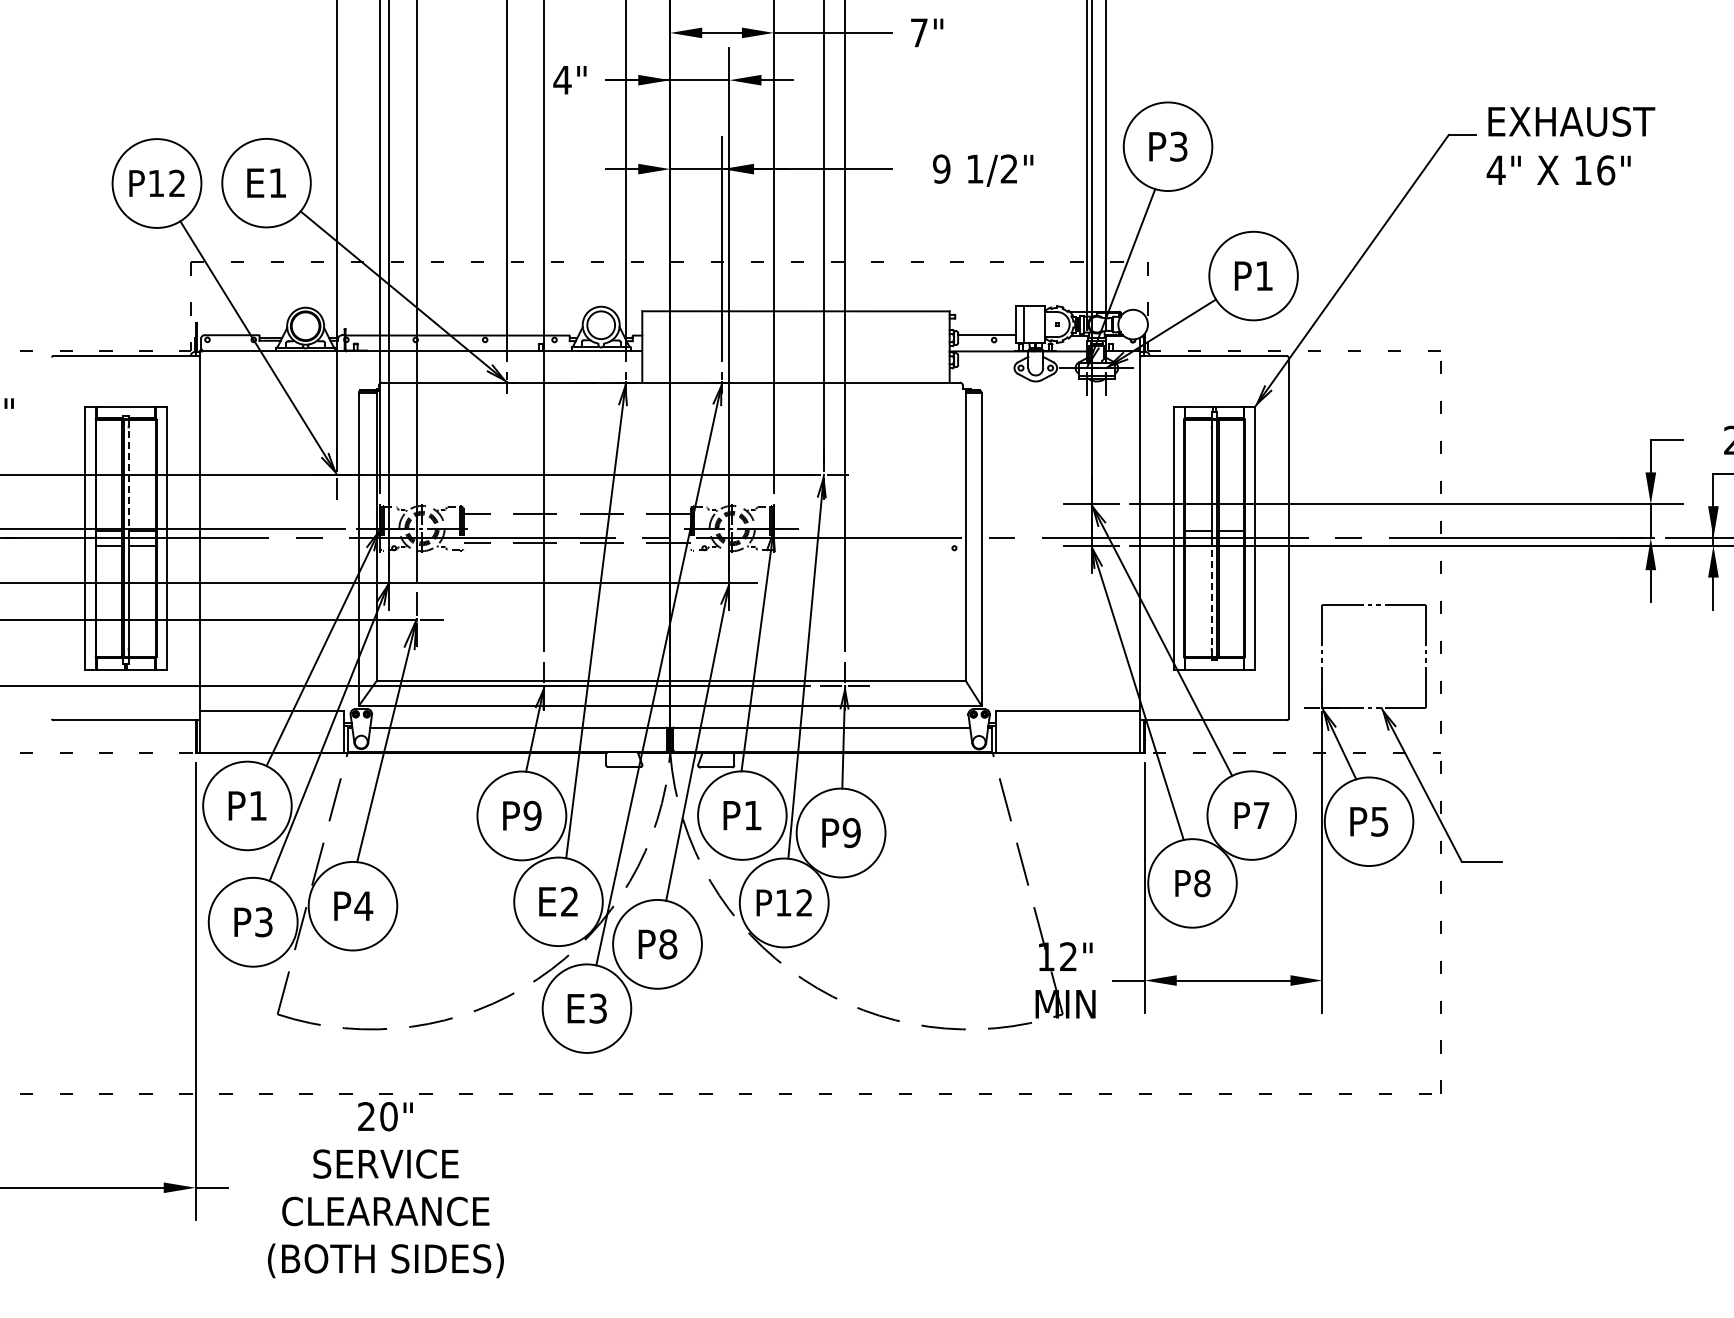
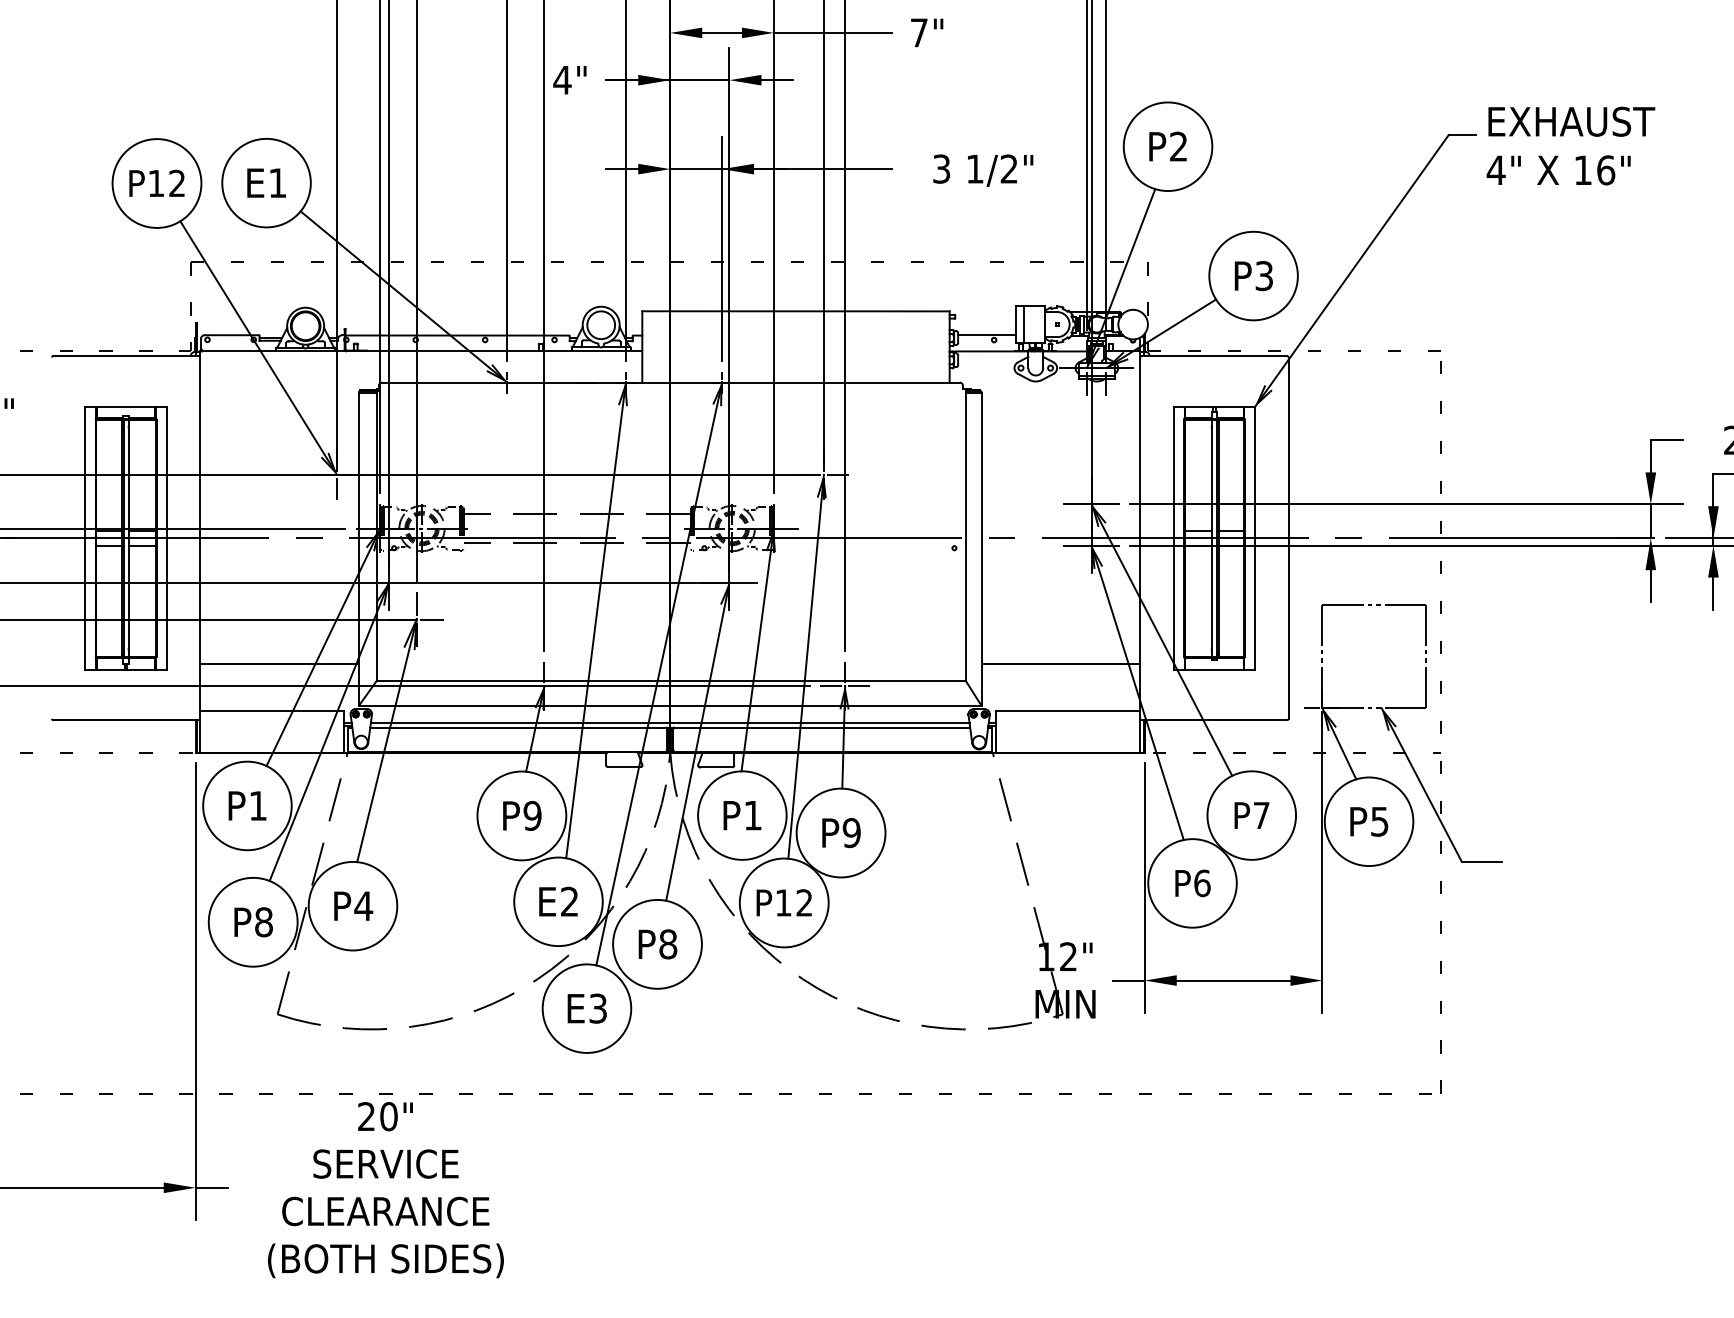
text at (1178, 146): P3 -> P2
text at (941, 168): 9 -> 3
text at (1263, 276): P1 -> P3
line at (128, 482): dashed -> solid
line at (1211, 594): dashed -> solid
line at (279, 663): none -> present
line at (1060, 663): none -> present
line at (669, 722): none -> present
text at (1202, 882): P8 -> P6
text at (263, 922): P3 -> P8
